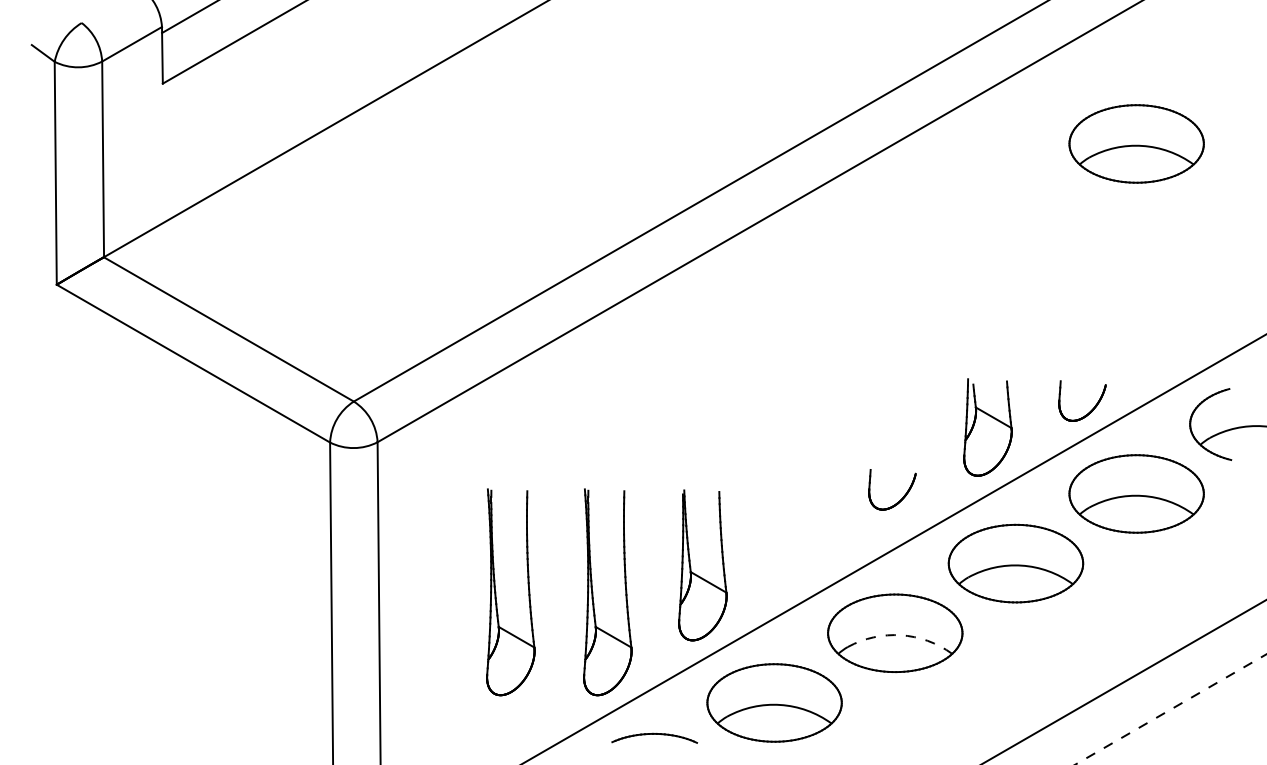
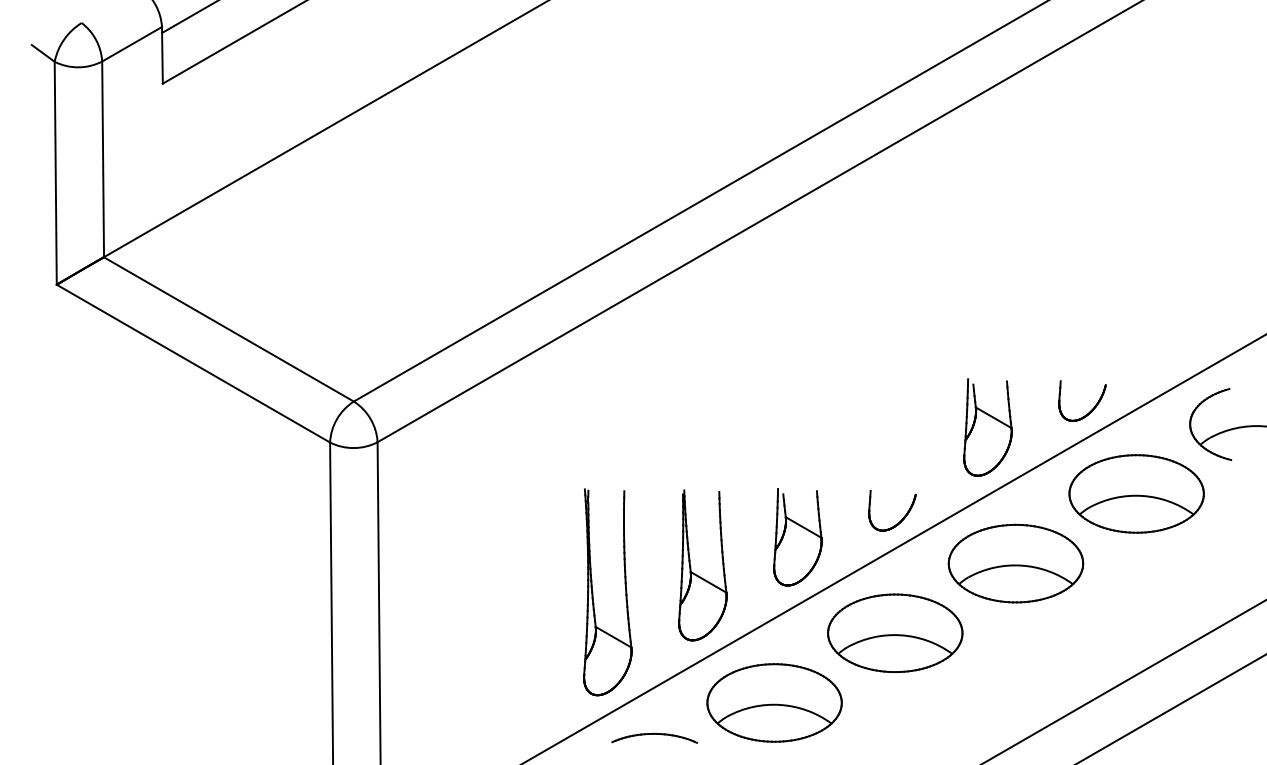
part at (1136, 143): present -> none
part at (901, 498) position: (901, 498) -> (901, 519)
part at (797, 537): none -> present
part at (496, 592): present -> none
arc at (901, 635): dashed -> solid
line at (1170, 709): dashed -> solid
